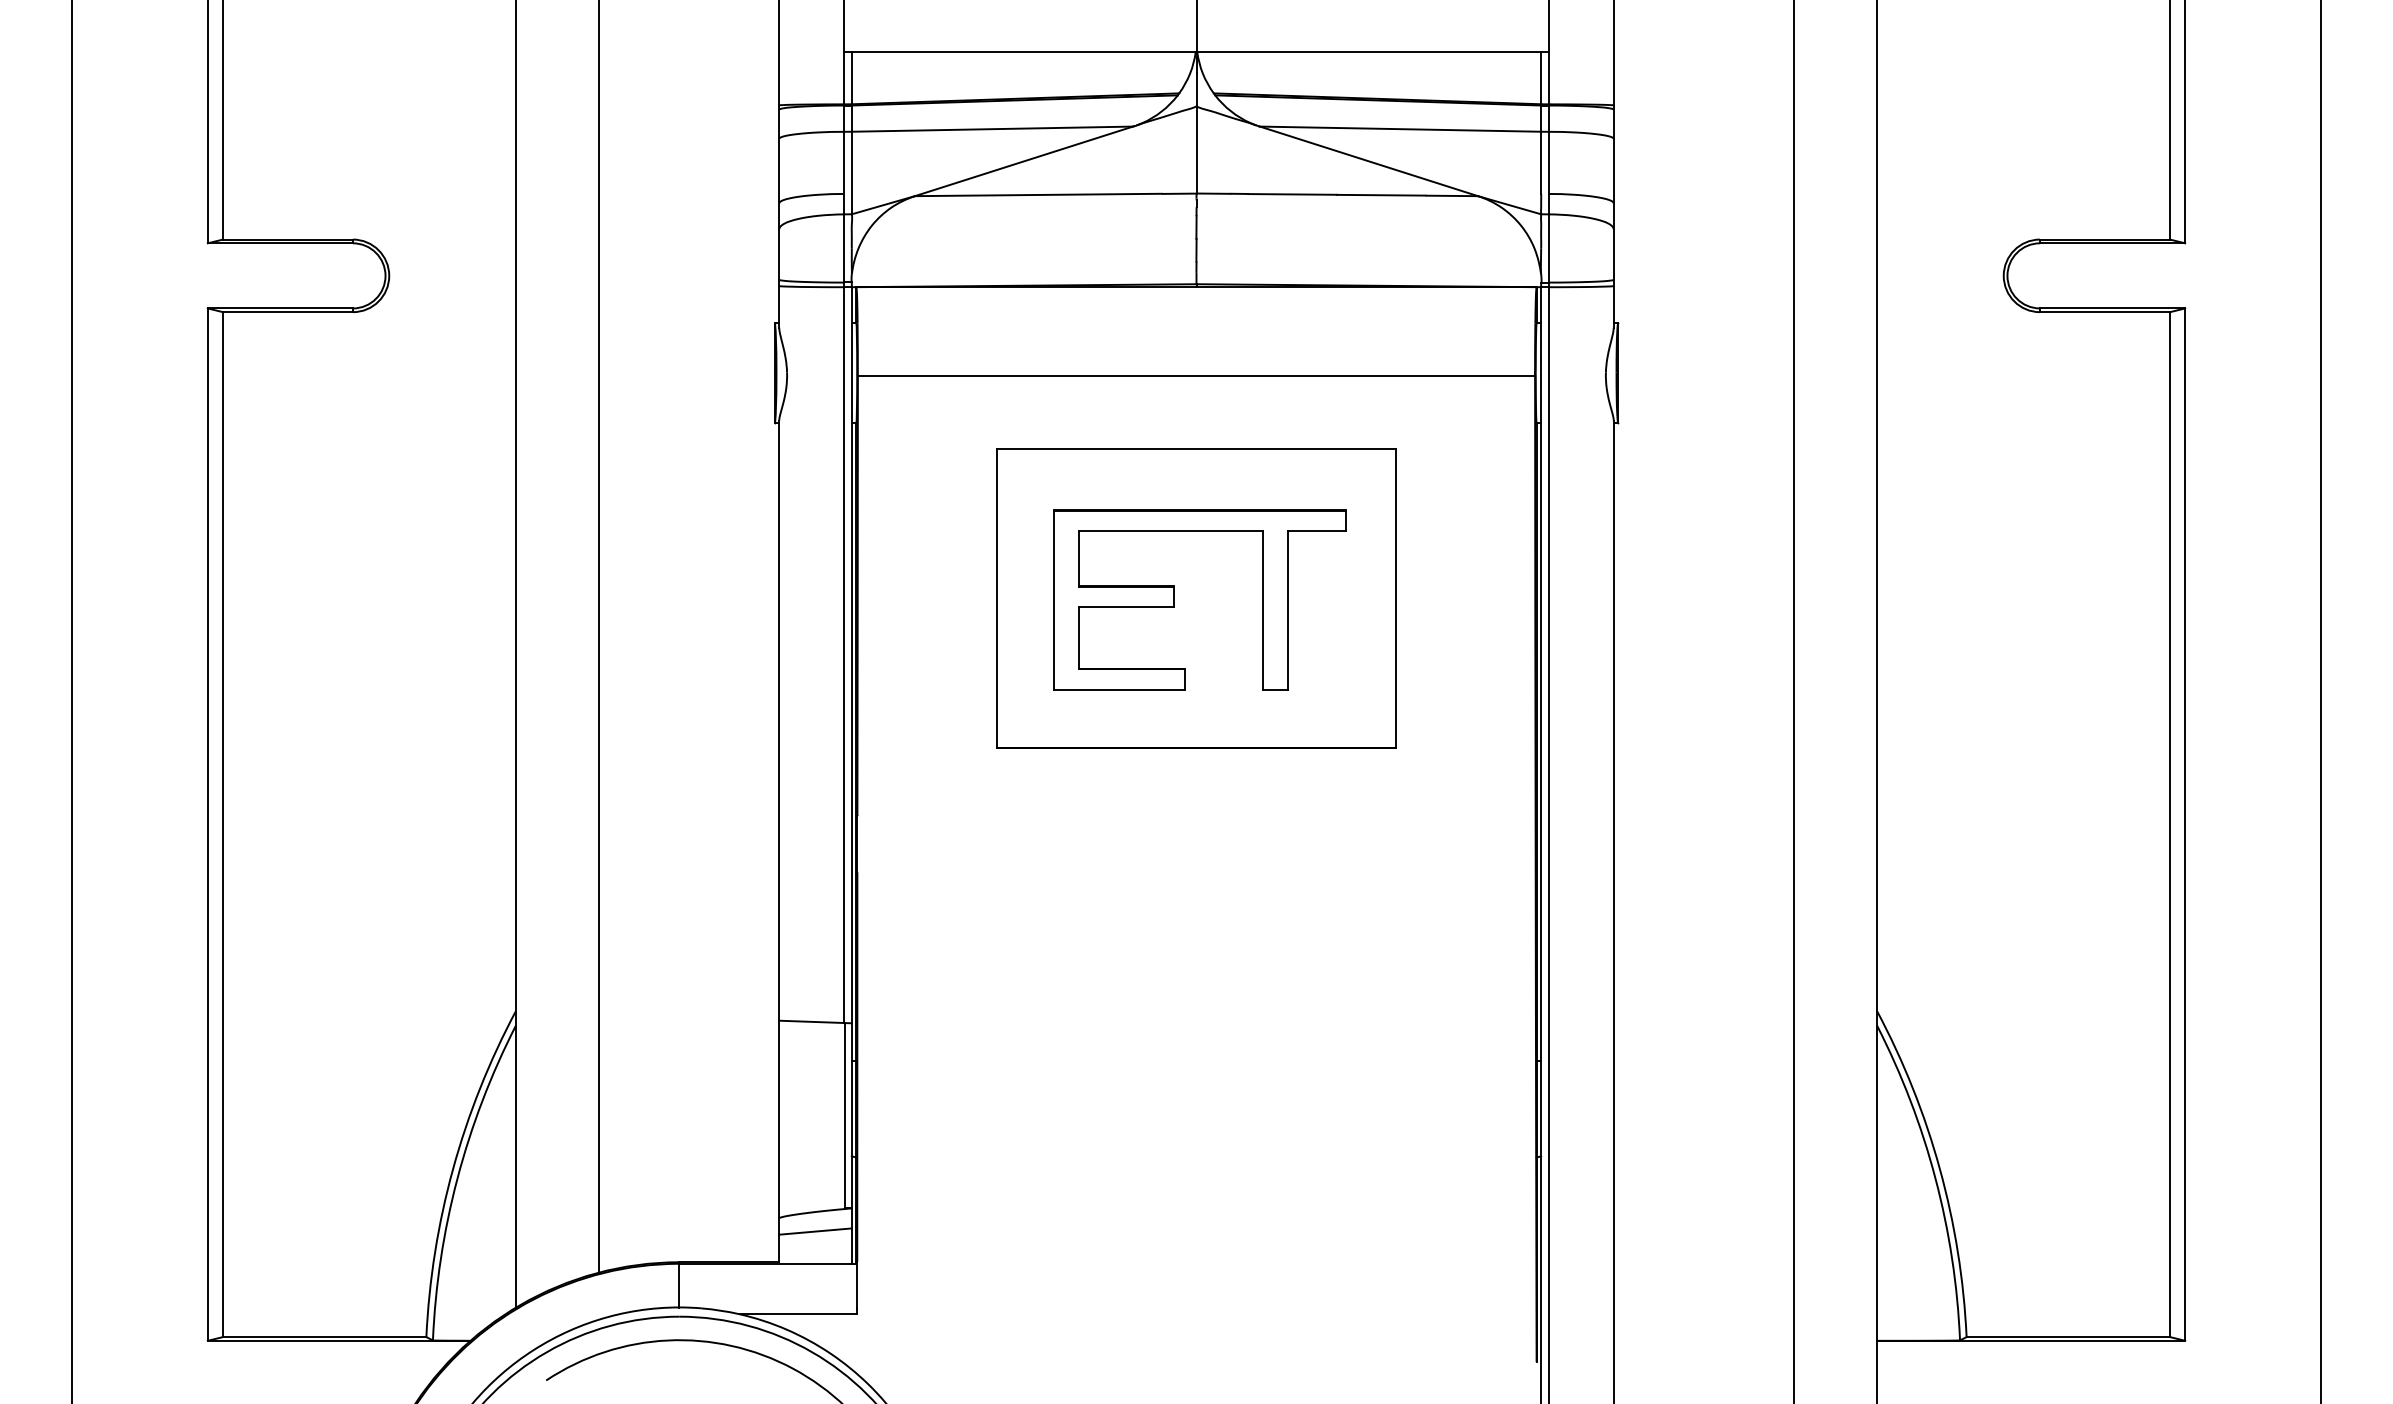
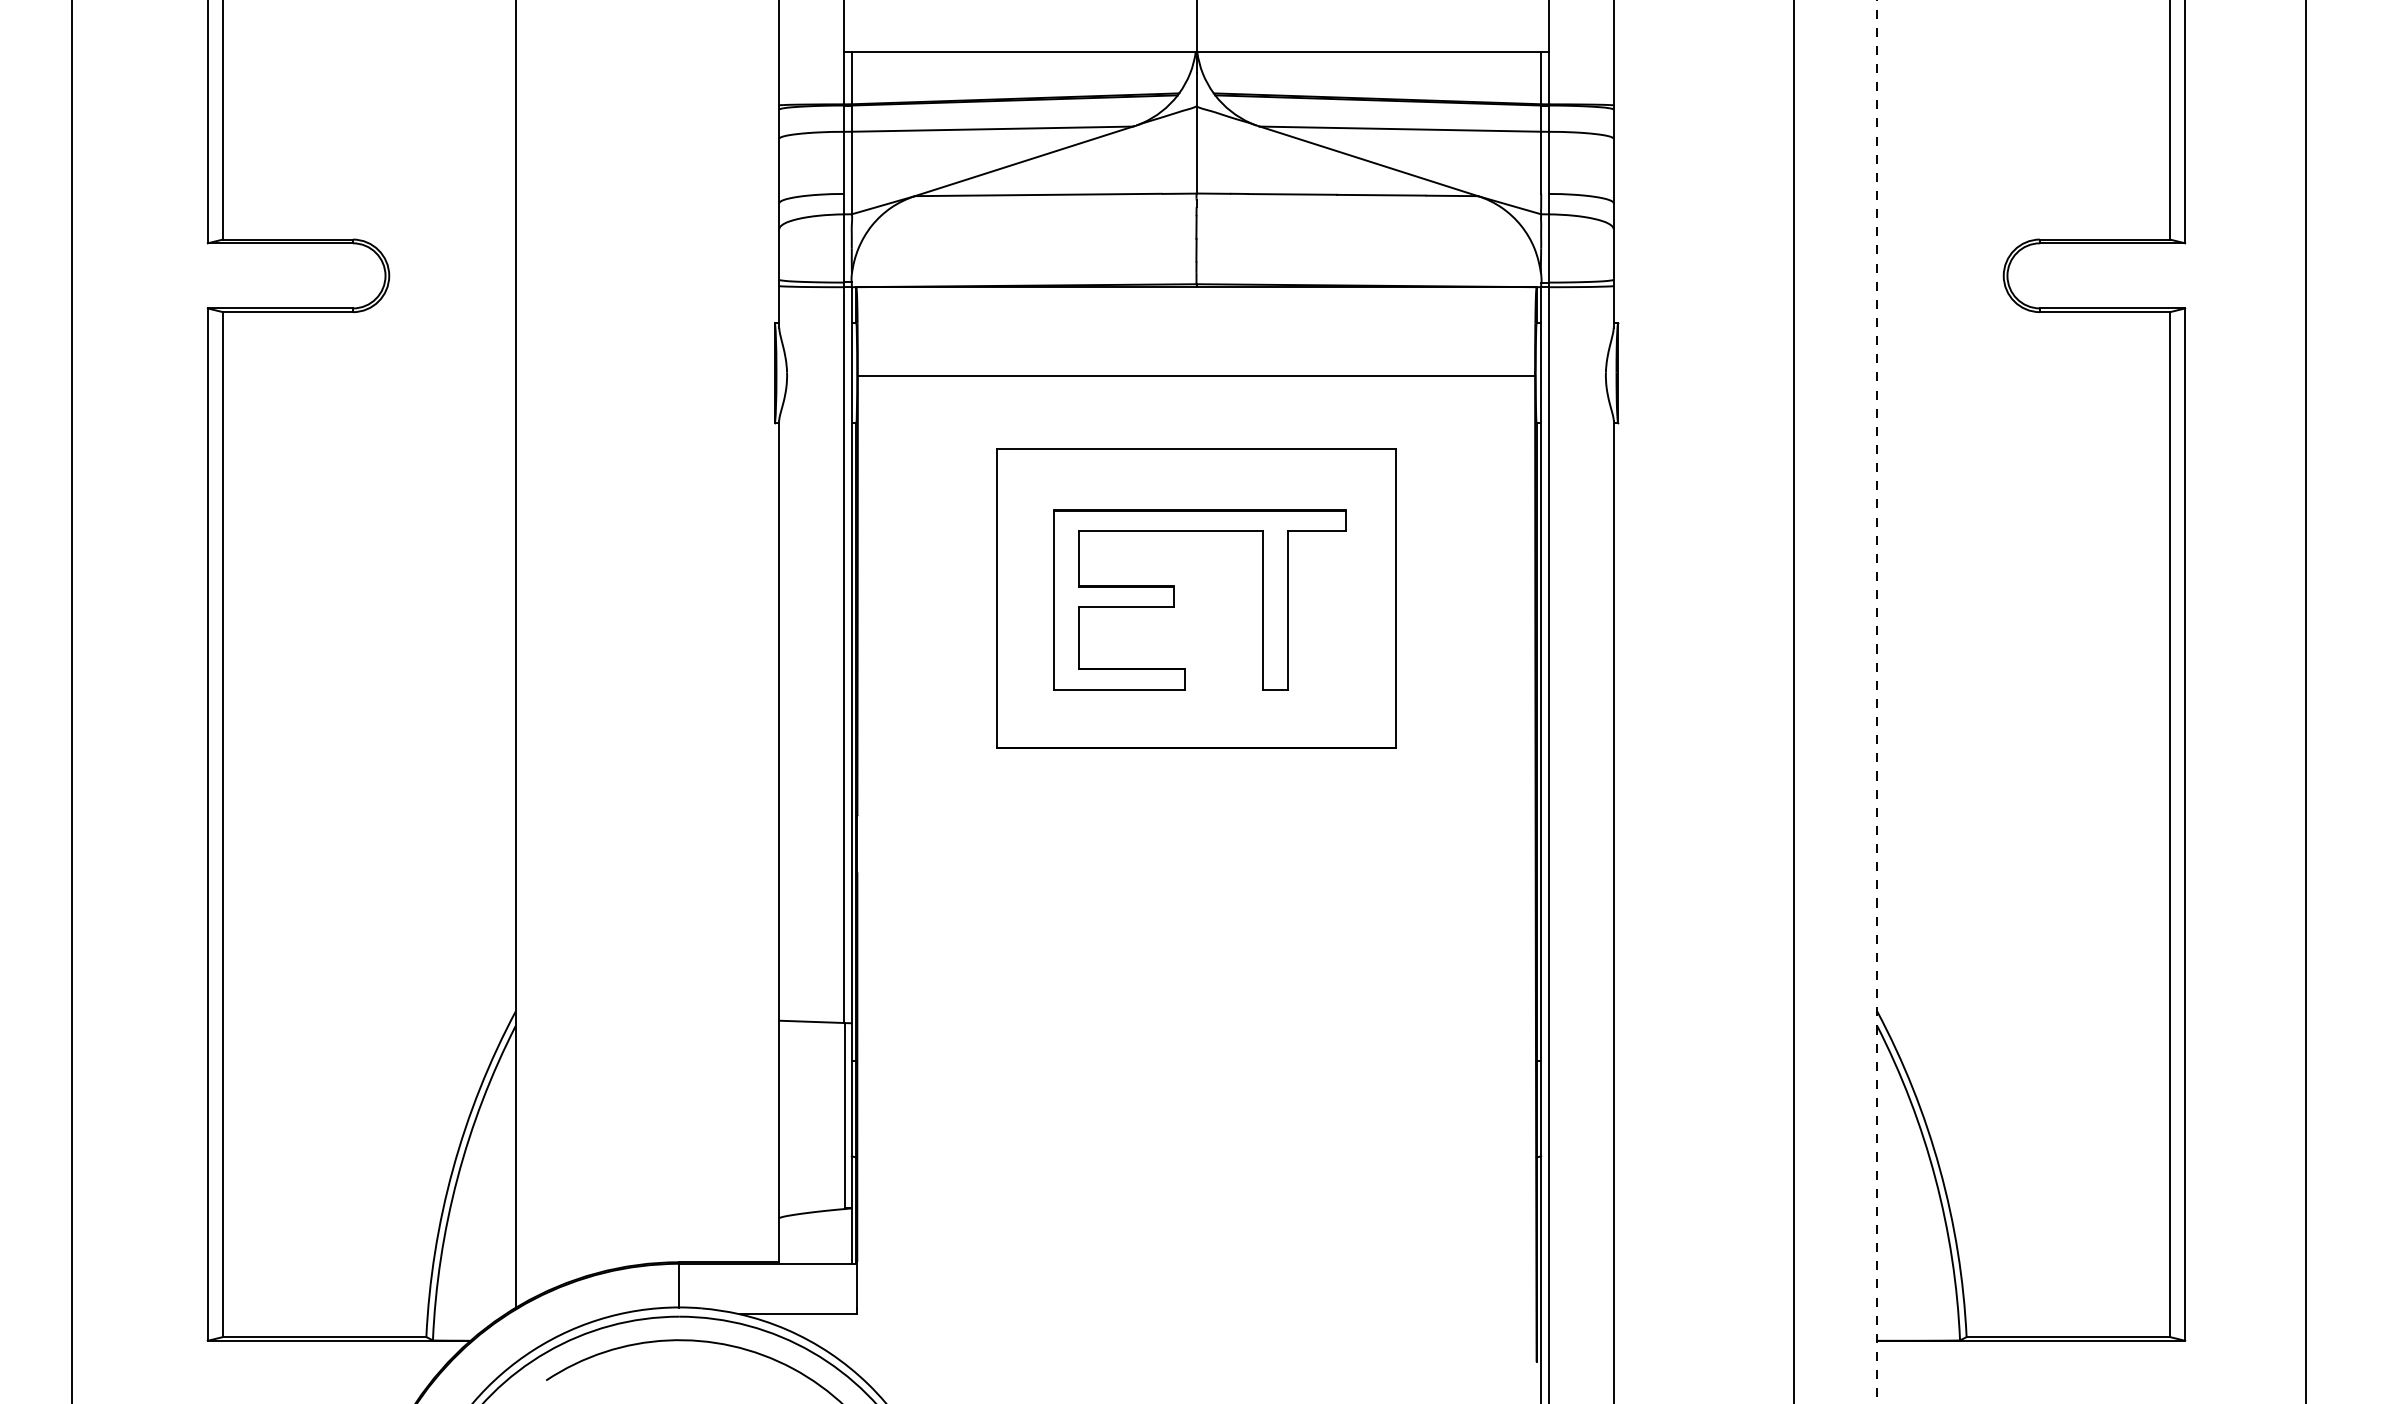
line at (599, 637): present -> none
line at (2321, 701) position: (2321, 701) -> (2306, 701)
line at (1876, 702): solid -> dashed
line at (815, 1231): present -> none
